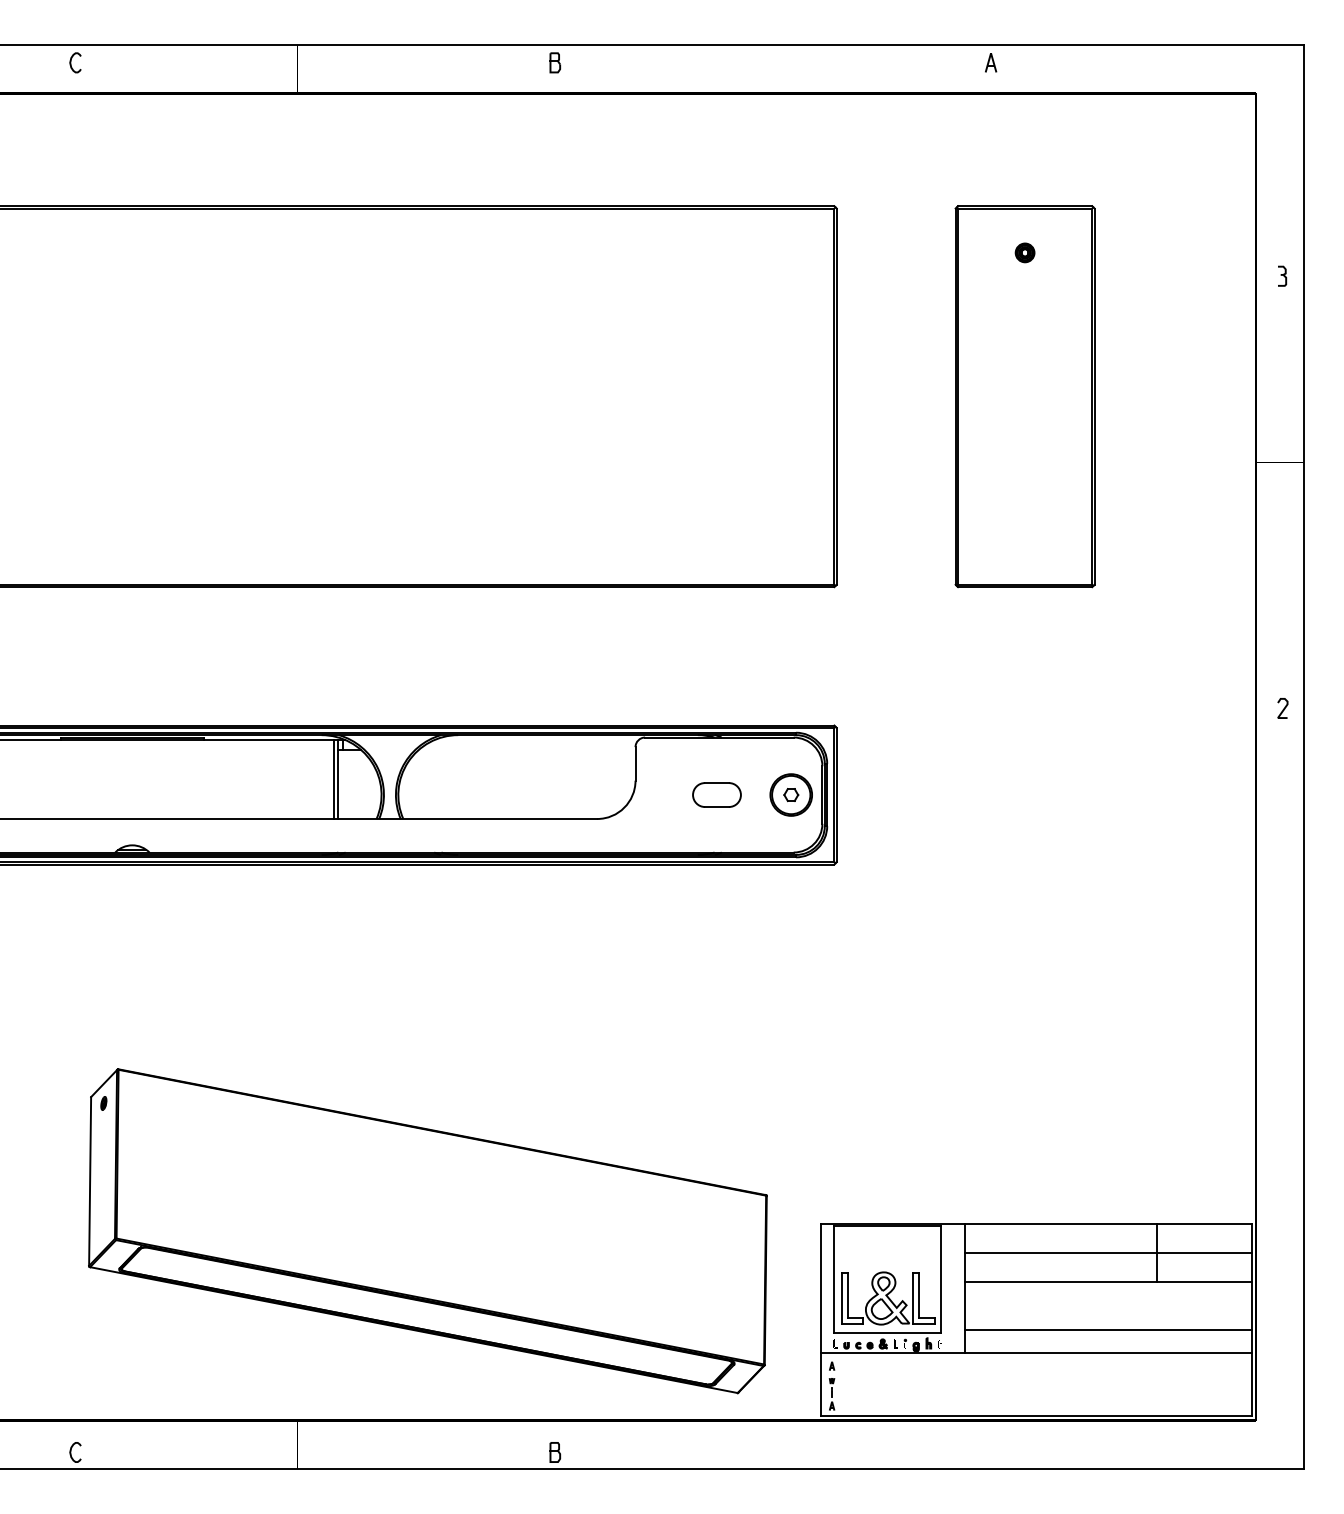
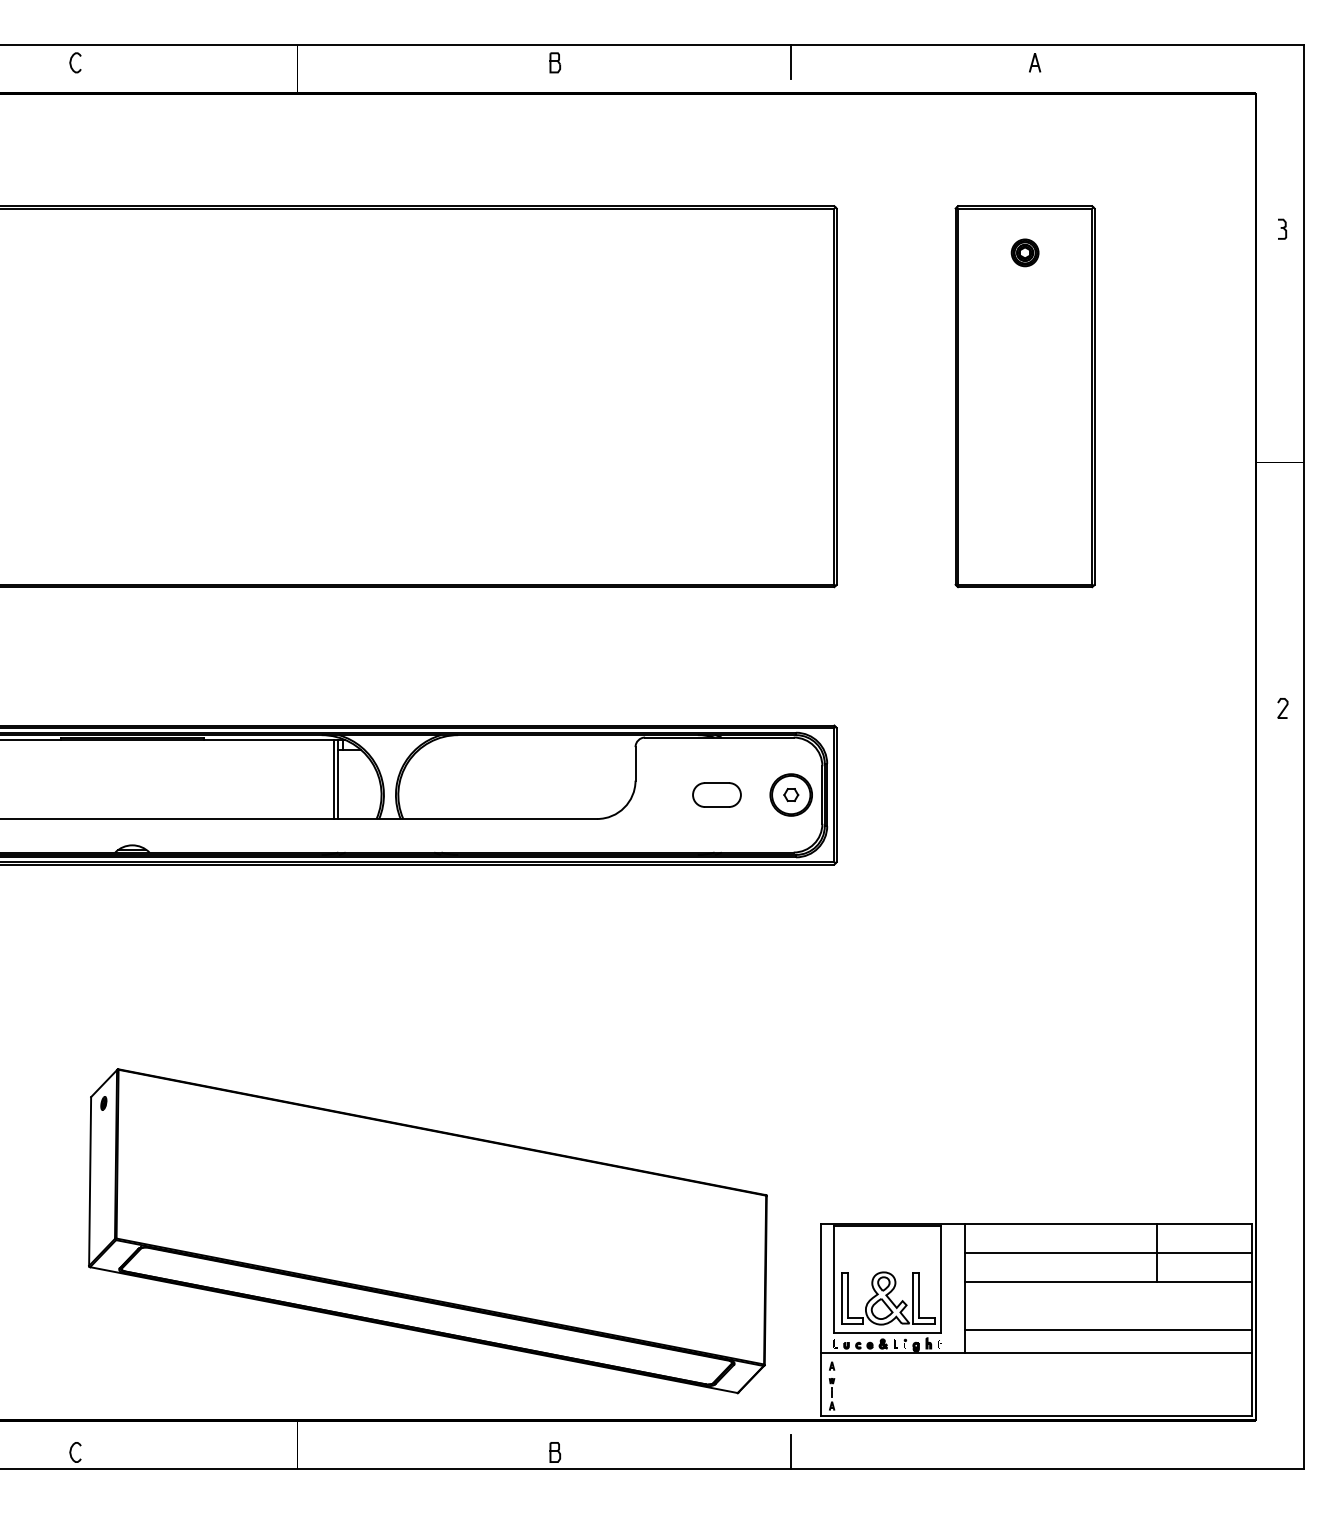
line at (790, 61): none -> present
part at (991, 62) position: (991, 62) -> (1035, 62)
part at (1024, 252) size: 22x22 px -> 30x30 px
part at (1282, 275) position: (1282, 275) -> (1282, 228)
line at (790, 1451): none -> present
